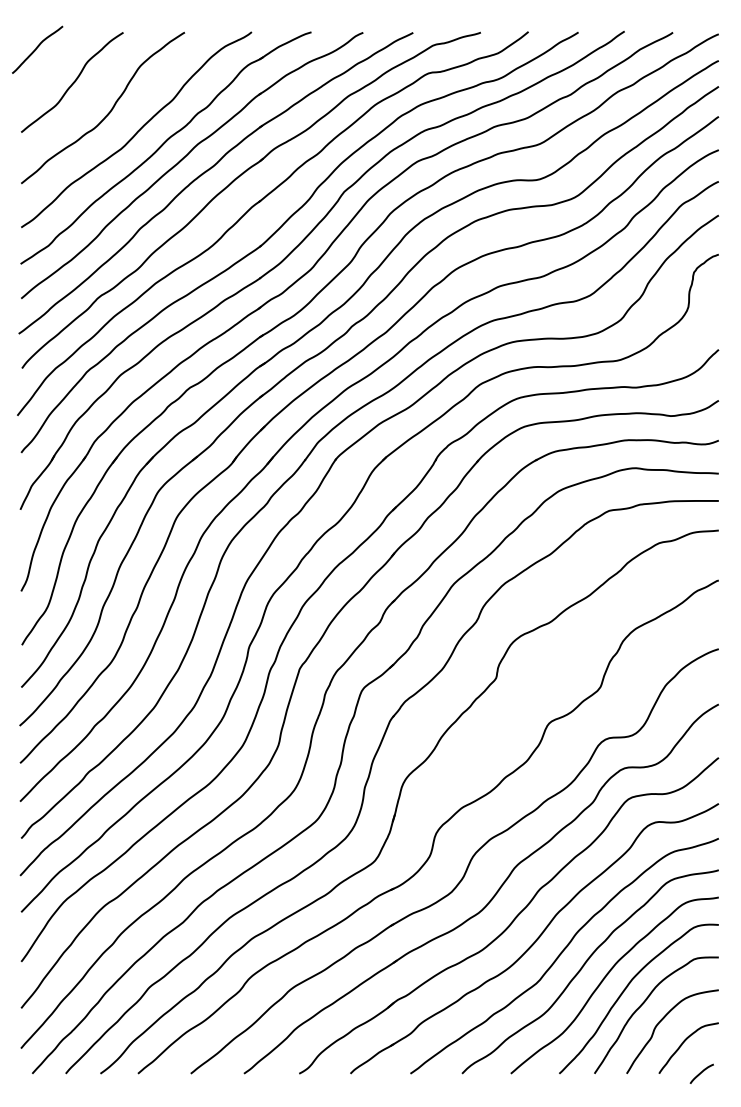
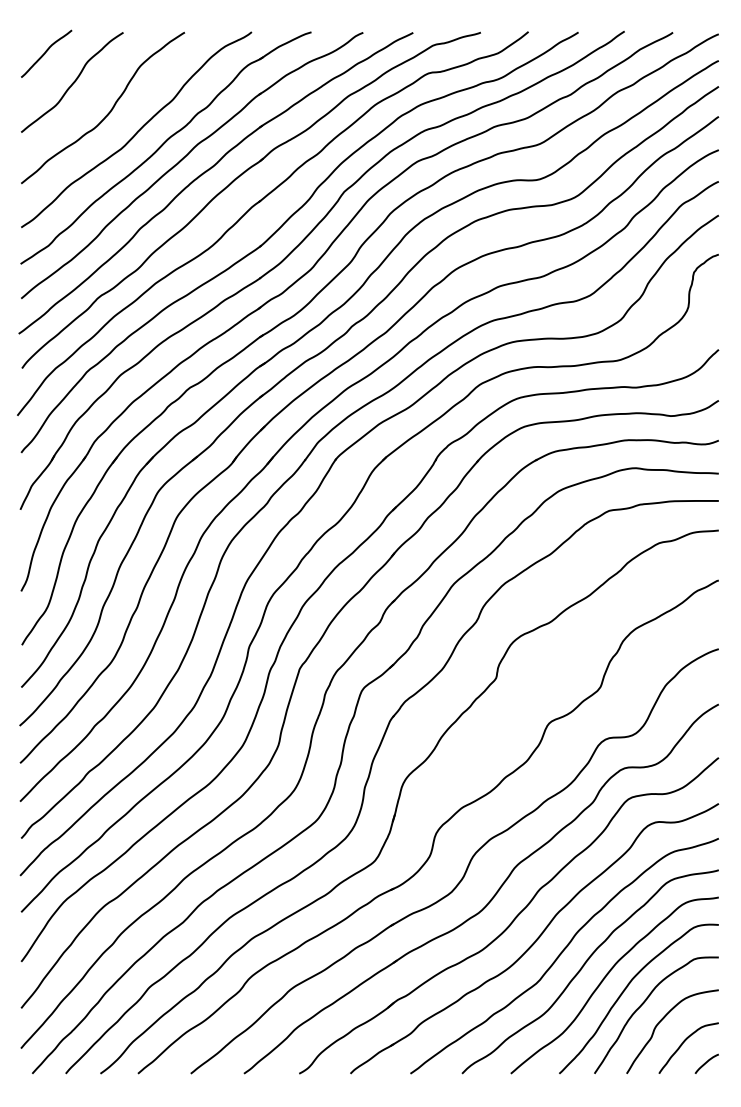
curve at (37, 48) position: (37, 48) -> (46, 52)
curve at (701, 1073) position: (701, 1073) -> (706, 1063)
